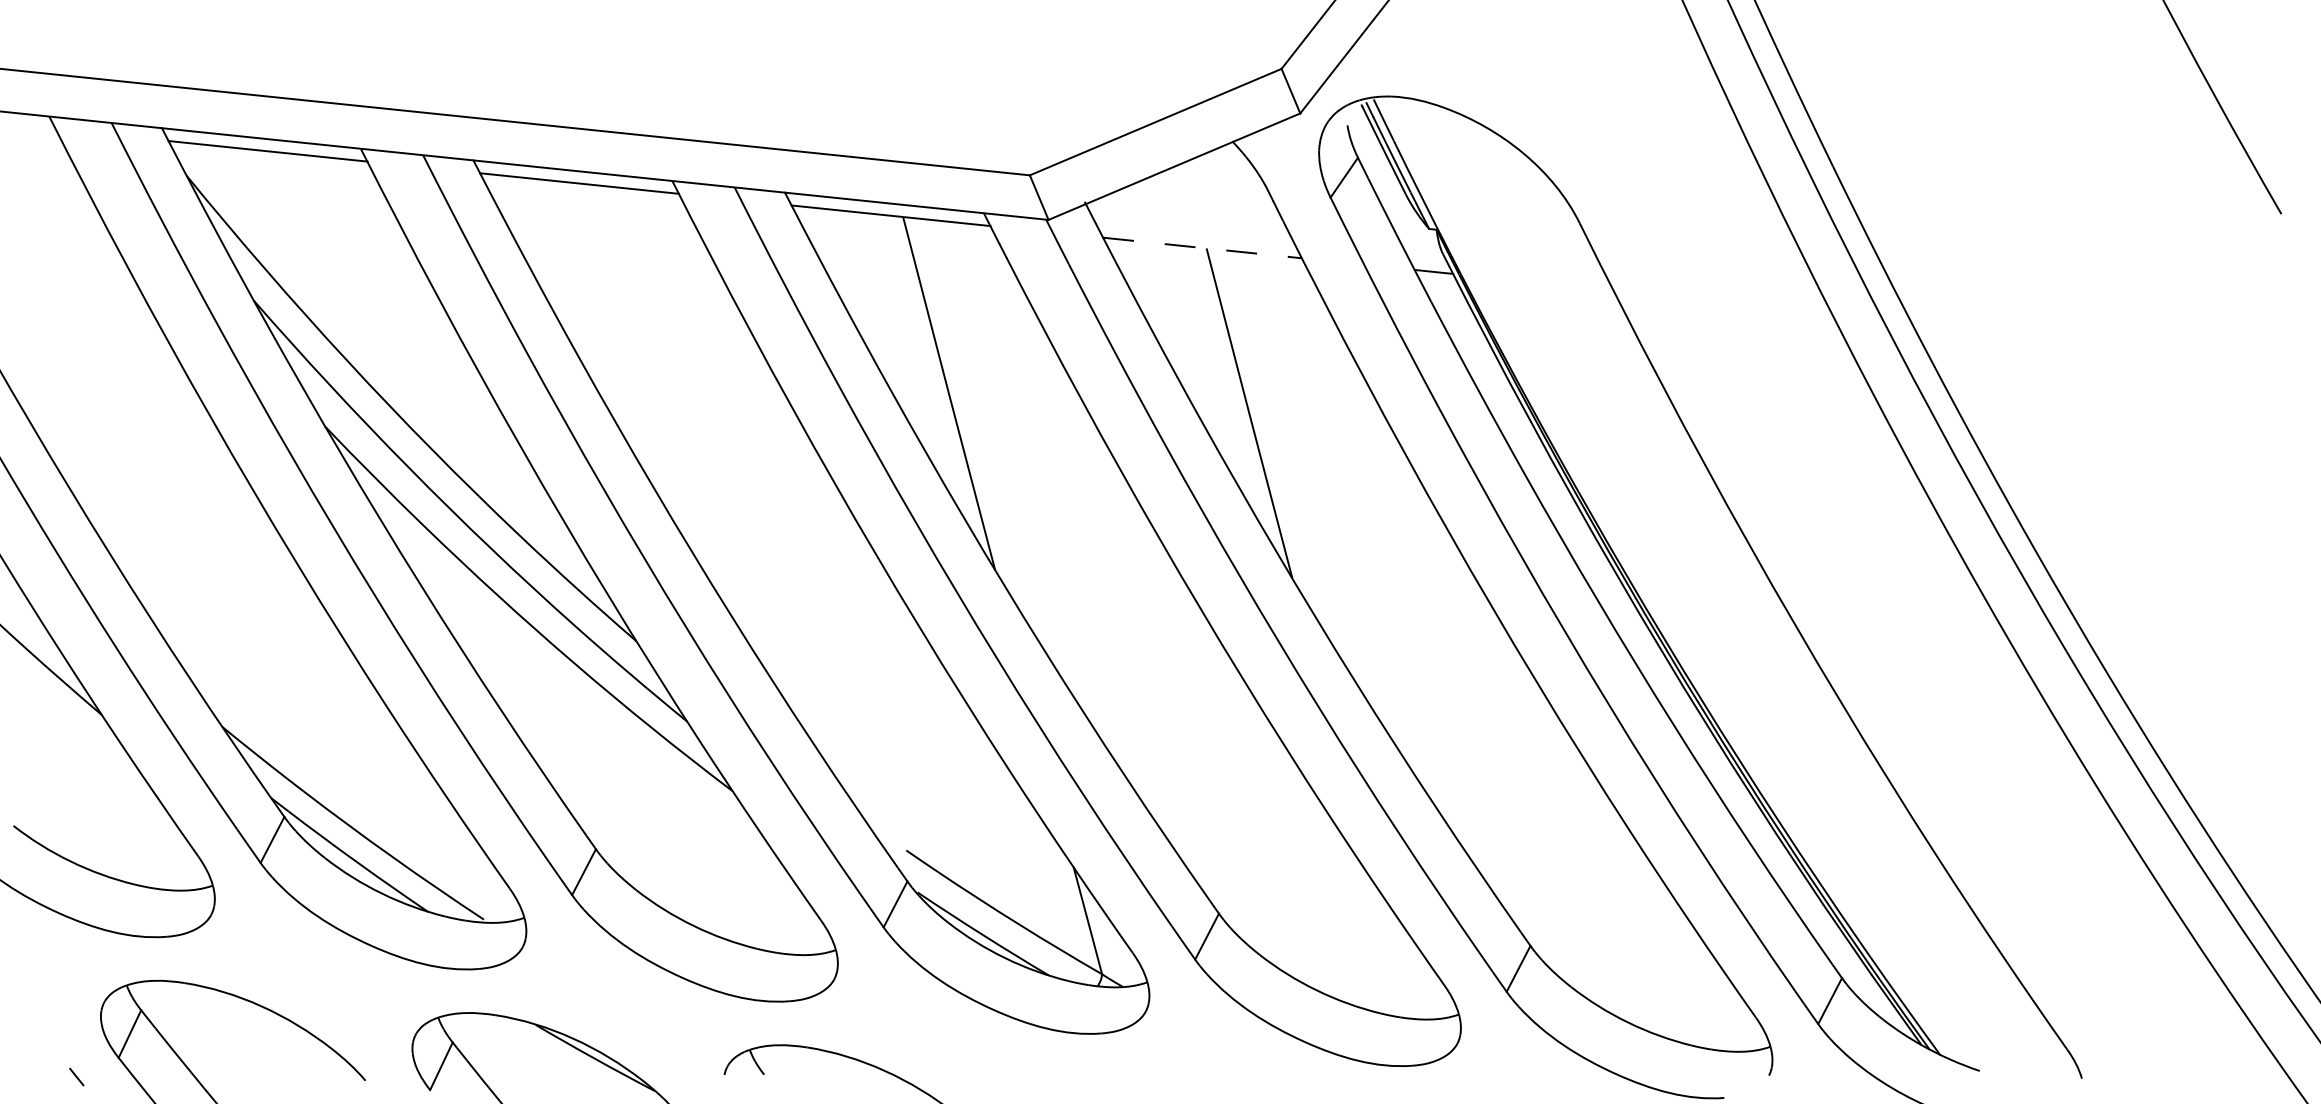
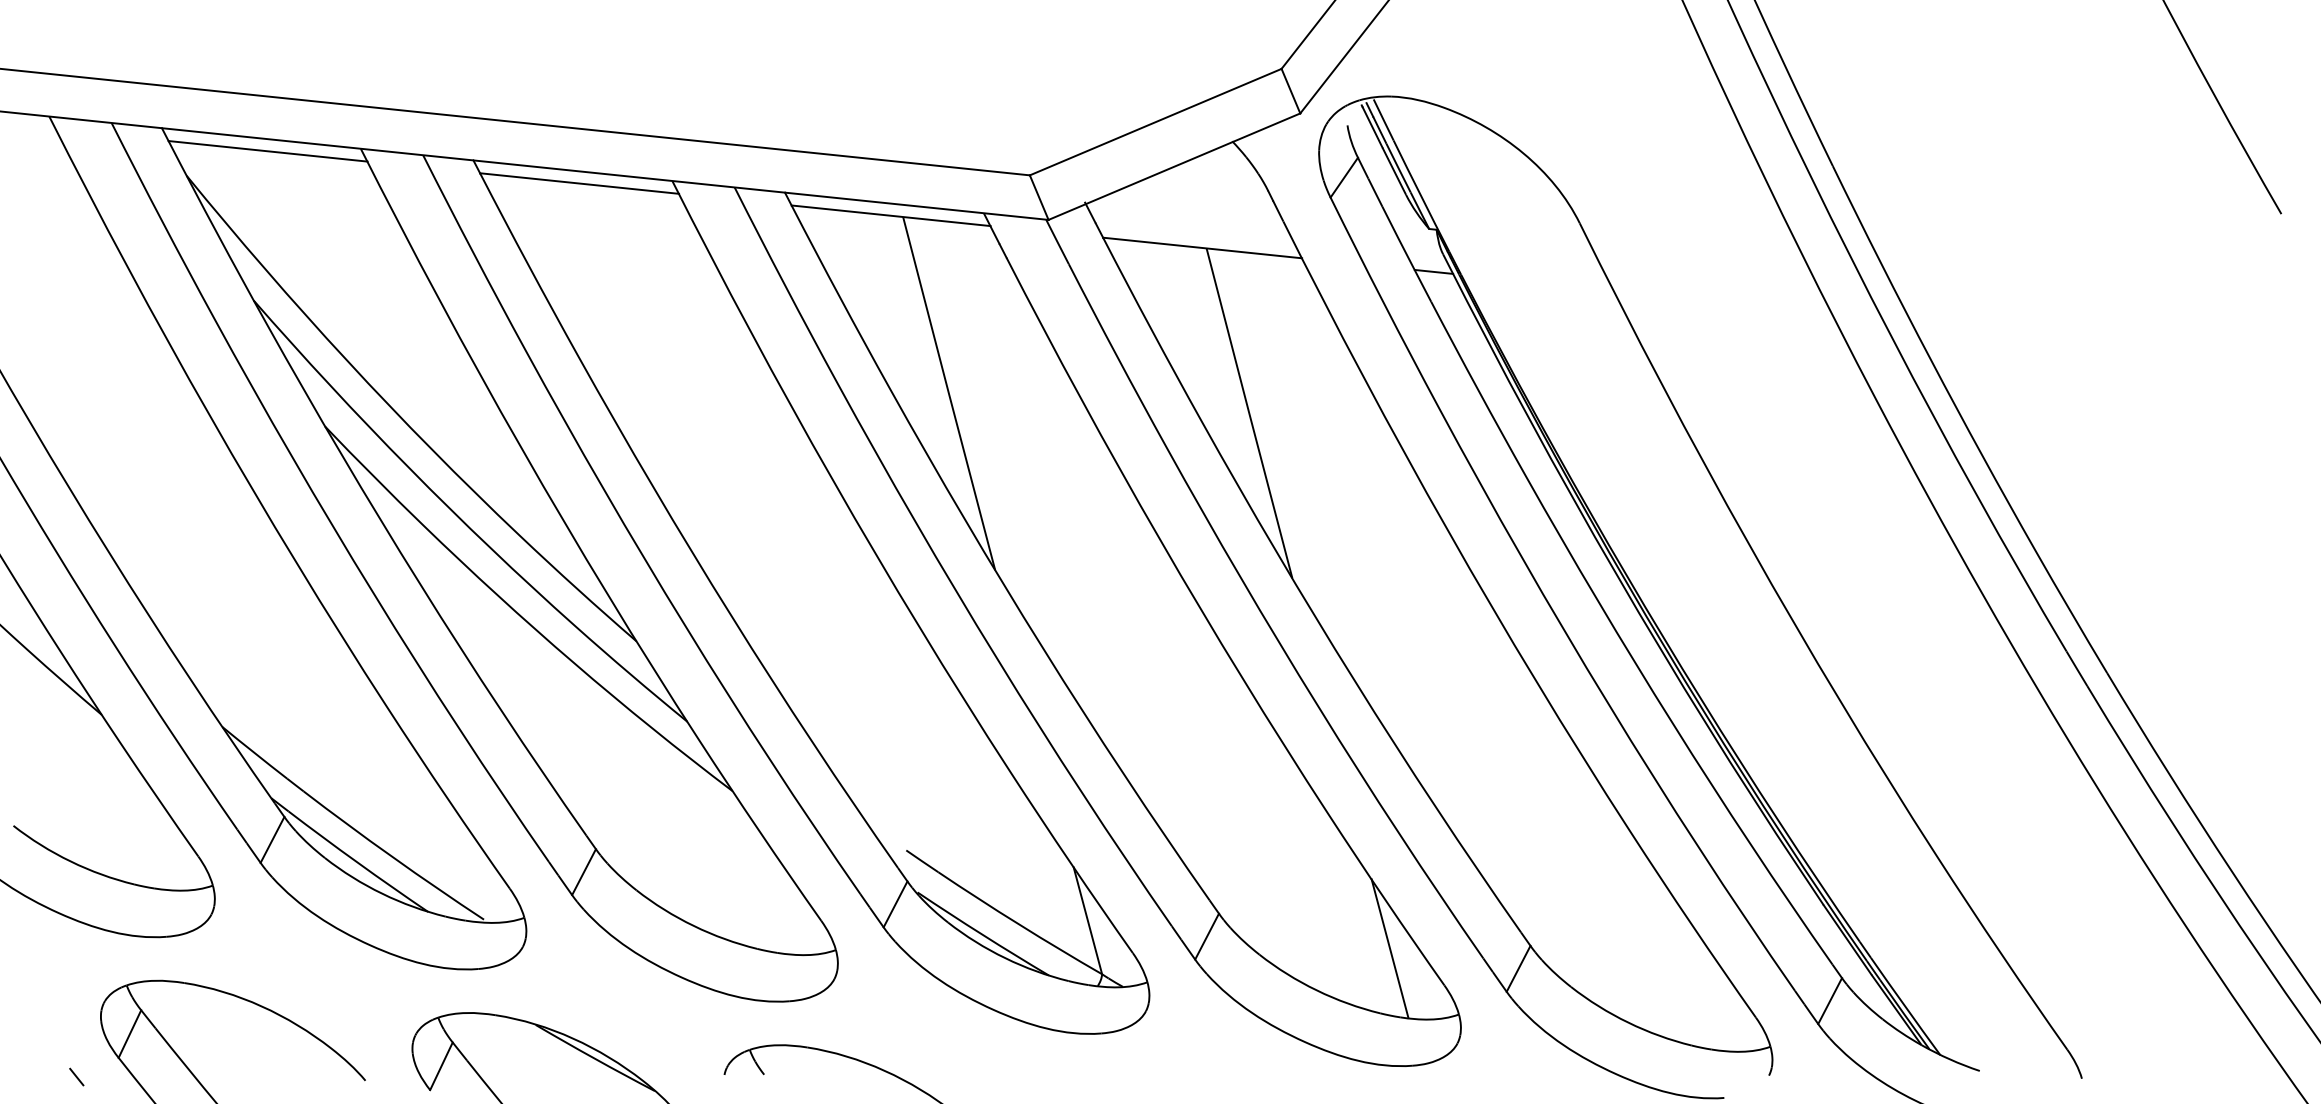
line at (1202, 248): dashed -> solid
line at (1389, 948): none -> present
